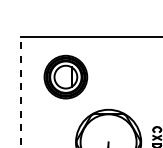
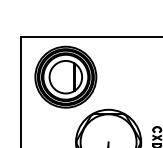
part at (65, 76) size: 46x46 px -> 64x64 px
line at (21, 91): dashed -> solid
